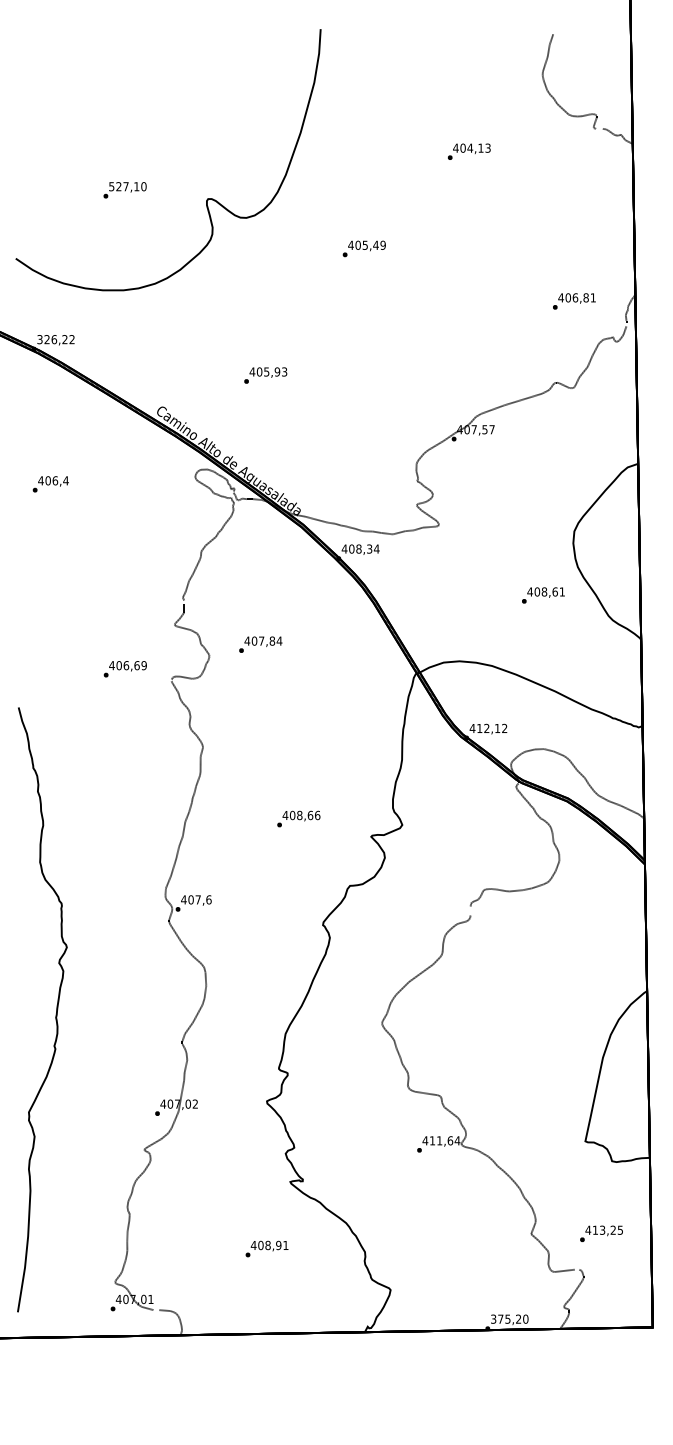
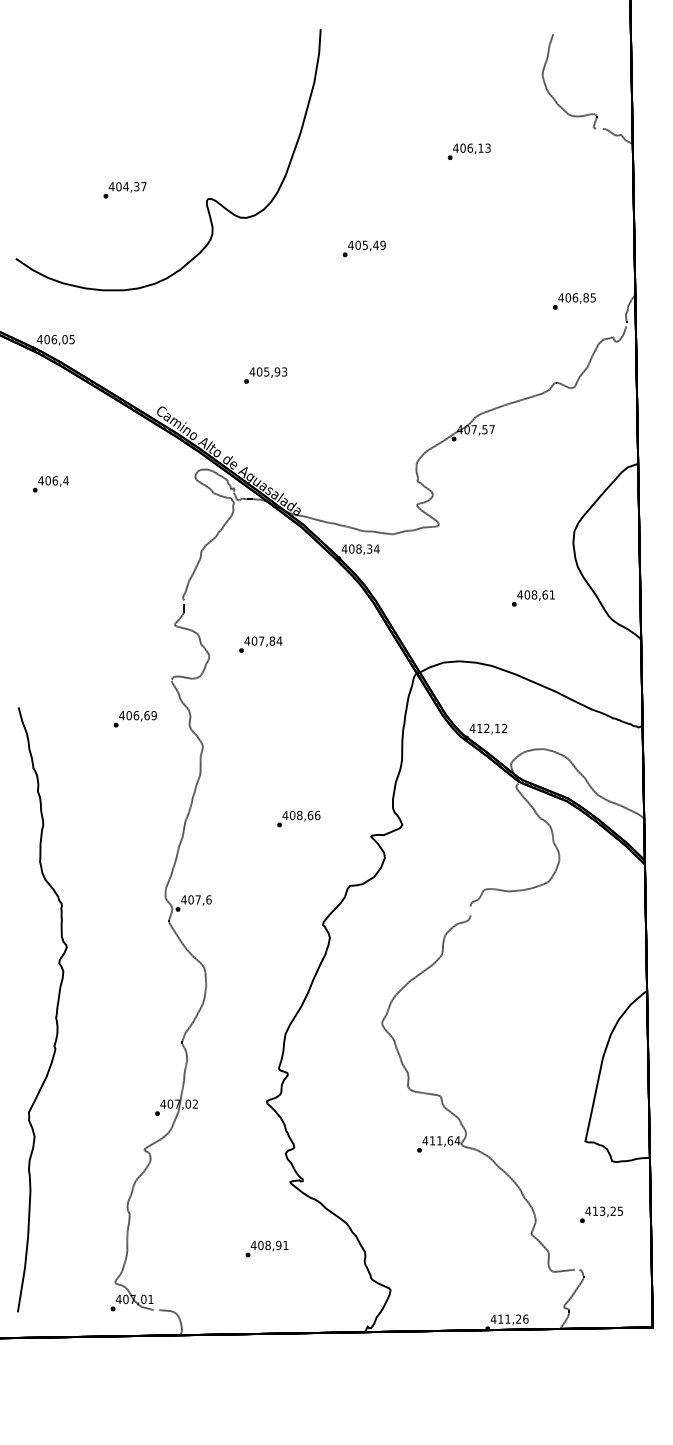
text at (469, 147): 404,13 -> 406,13
text at (127, 186): 527,10 -> 404,37
text at (592, 297): 406,81 -> 406,85
text at (55, 339): 326,22 -> 406,05
text at (543, 595) position: (543, 595) -> (533, 598)
text at (124, 669) position: (124, 669) -> (134, 719)
text at (601, 1233) position: (601, 1233) -> (601, 1214)
text at (509, 1318): 375,20 -> 411,26
